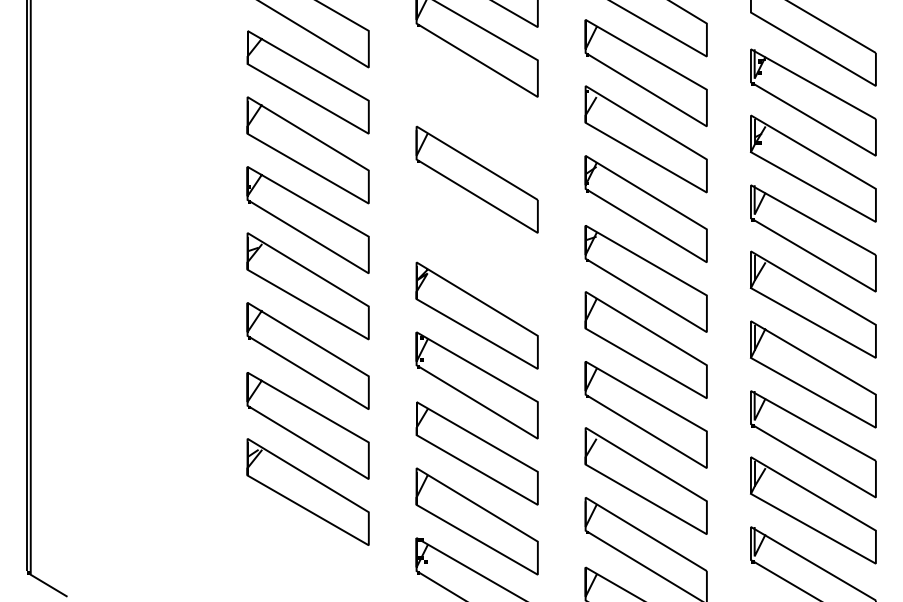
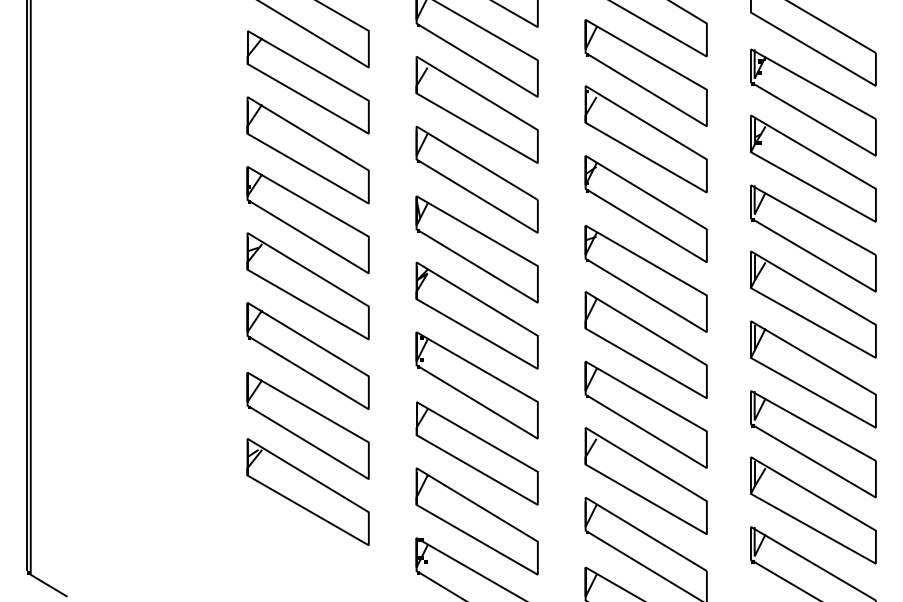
part at (476, 109): none -> present
part at (476, 249): none -> present
